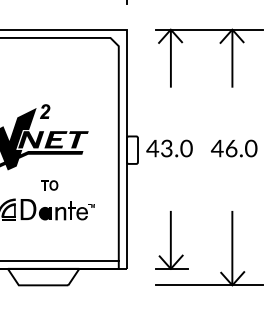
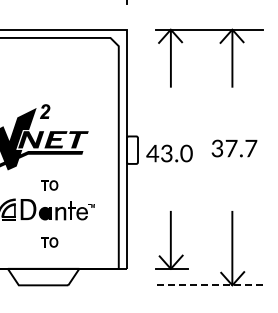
text at (169, 148) position: (169, 148) -> (169, 153)
text at (233, 148): 46.0 -> 37.7
part at (49, 242): none -> present
line at (60, 260): present -> none
line at (209, 285): solid -> dashed
